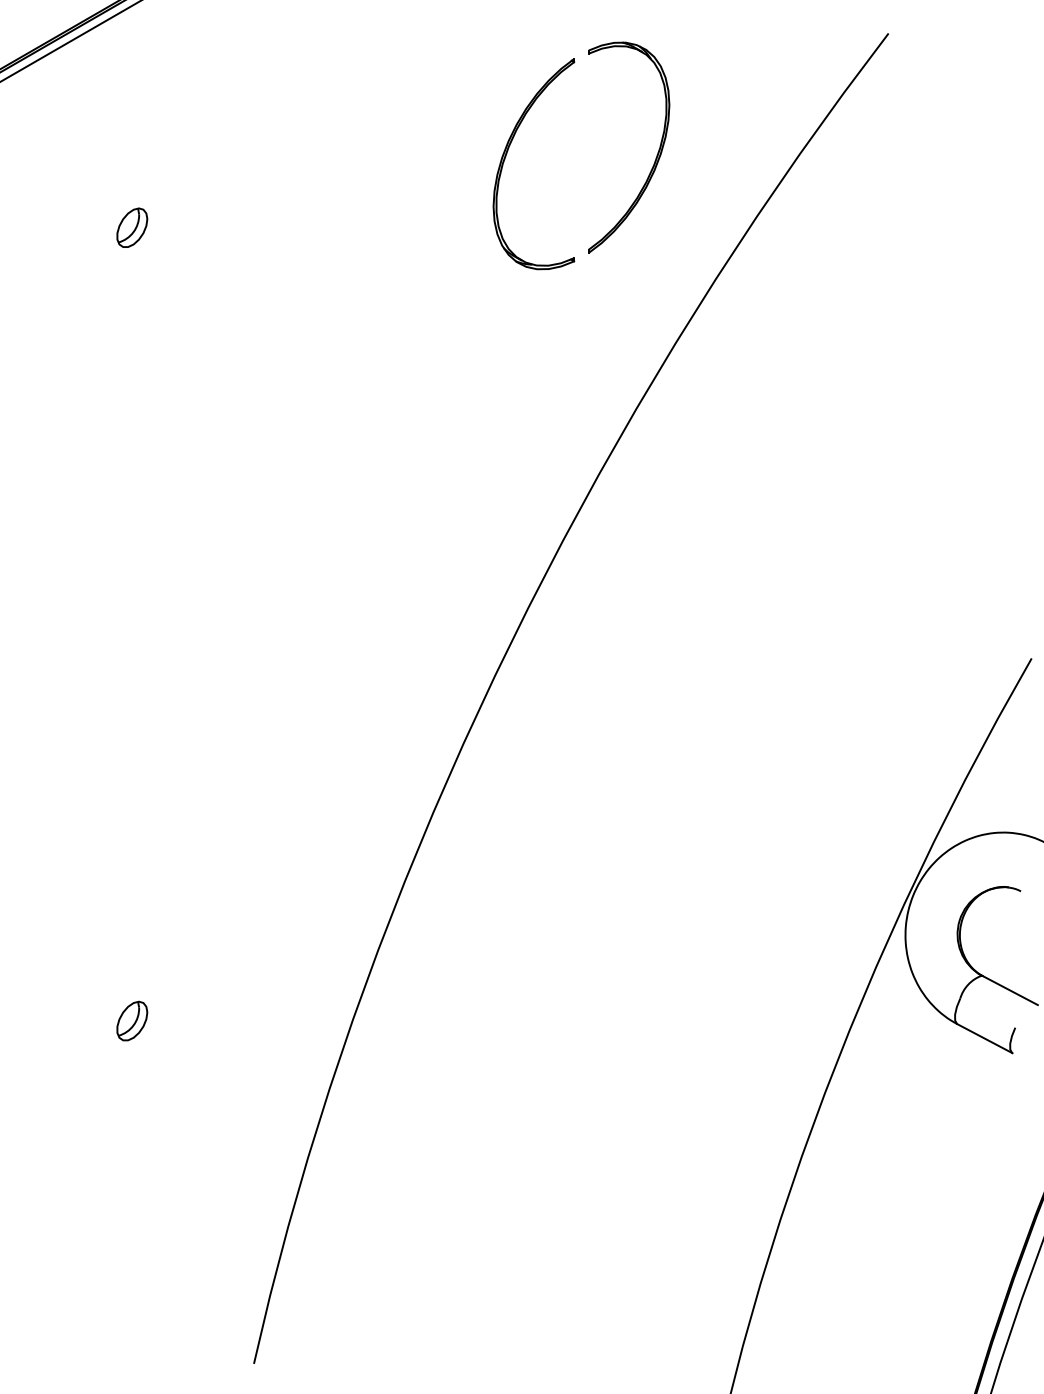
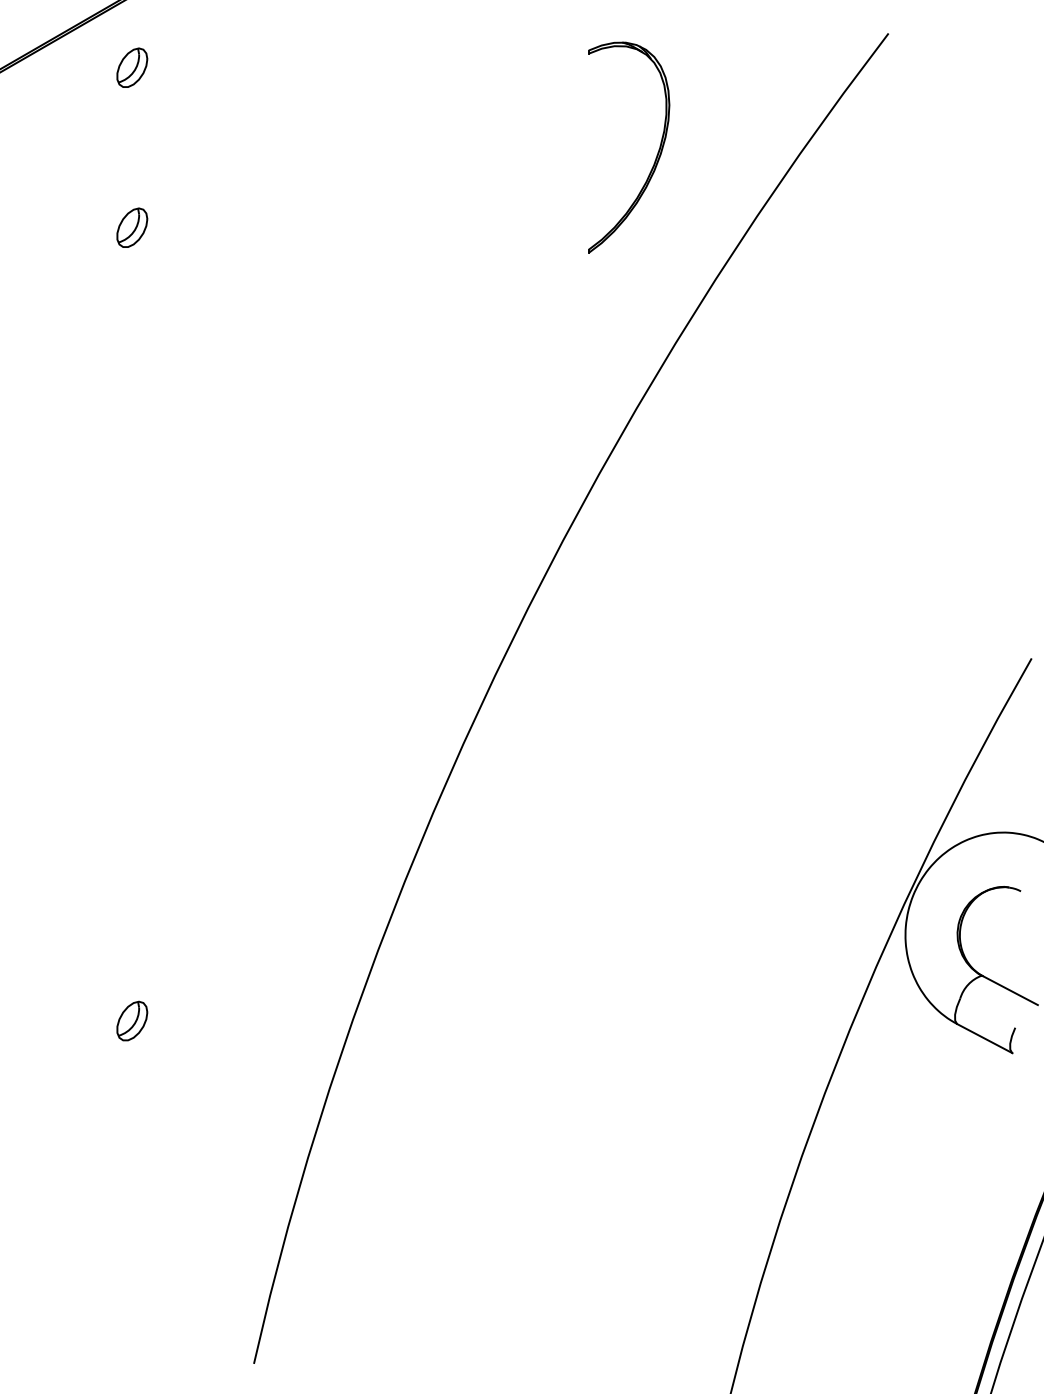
line at (70, 41): present -> none
part at (132, 67): none -> present
part at (506, 156): present -> none
